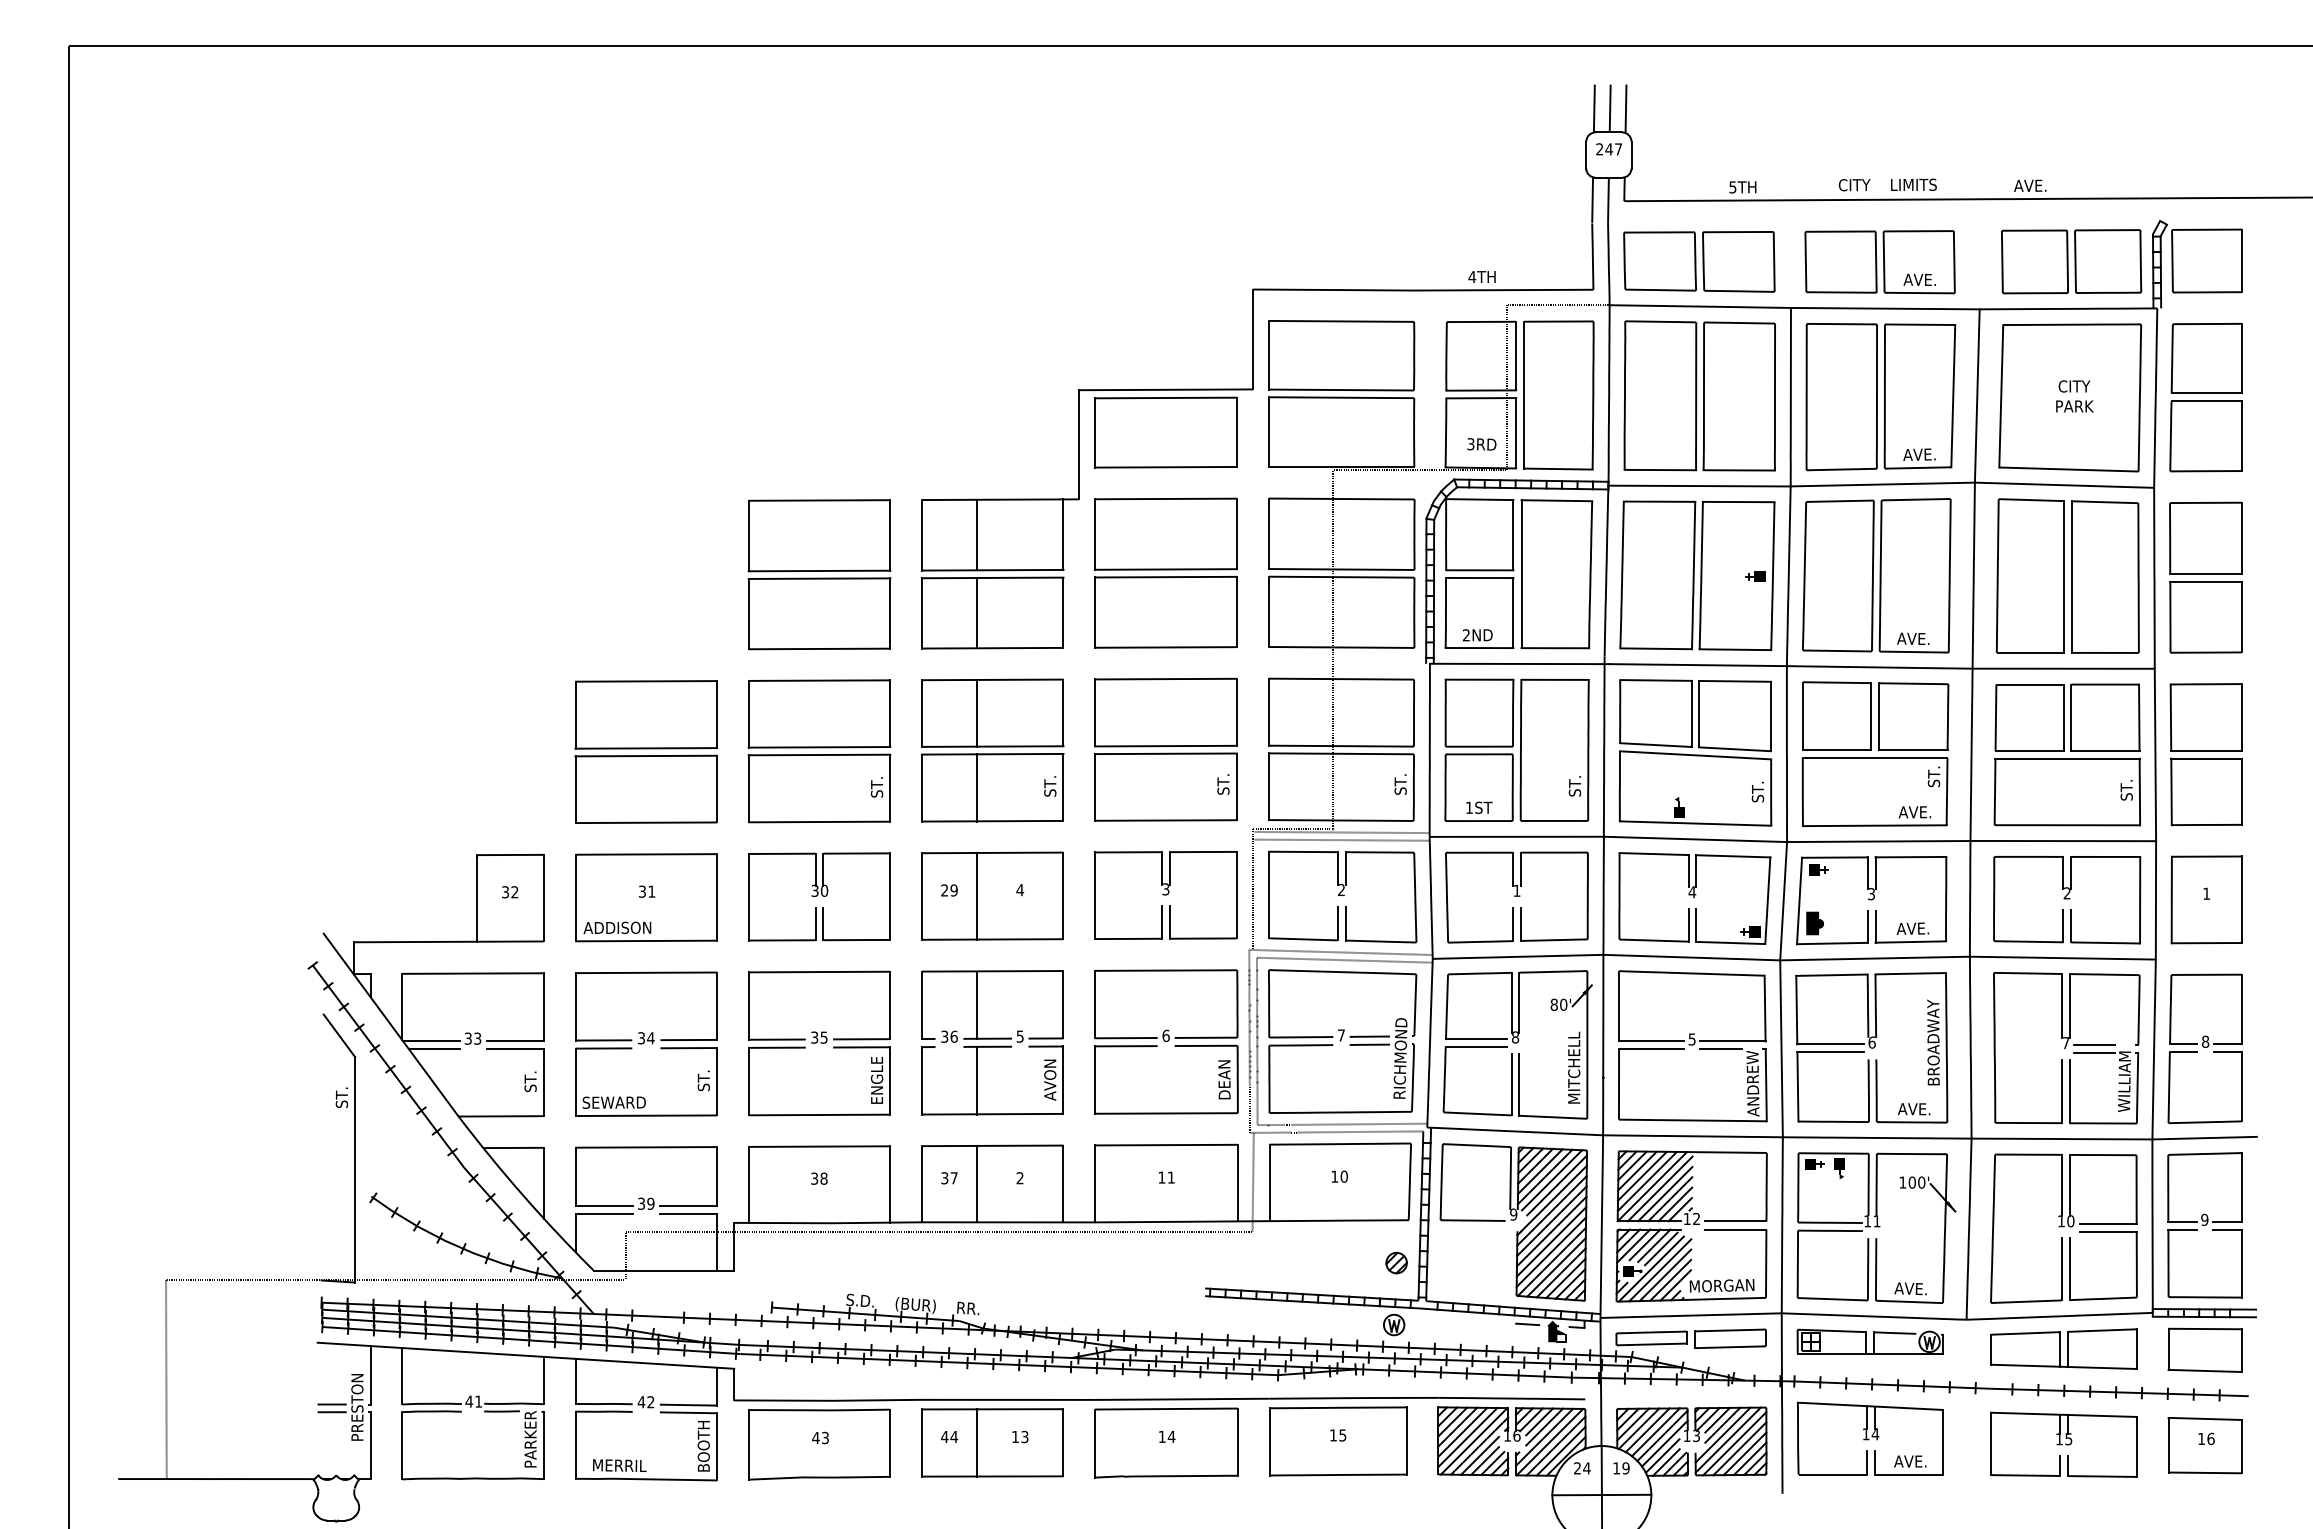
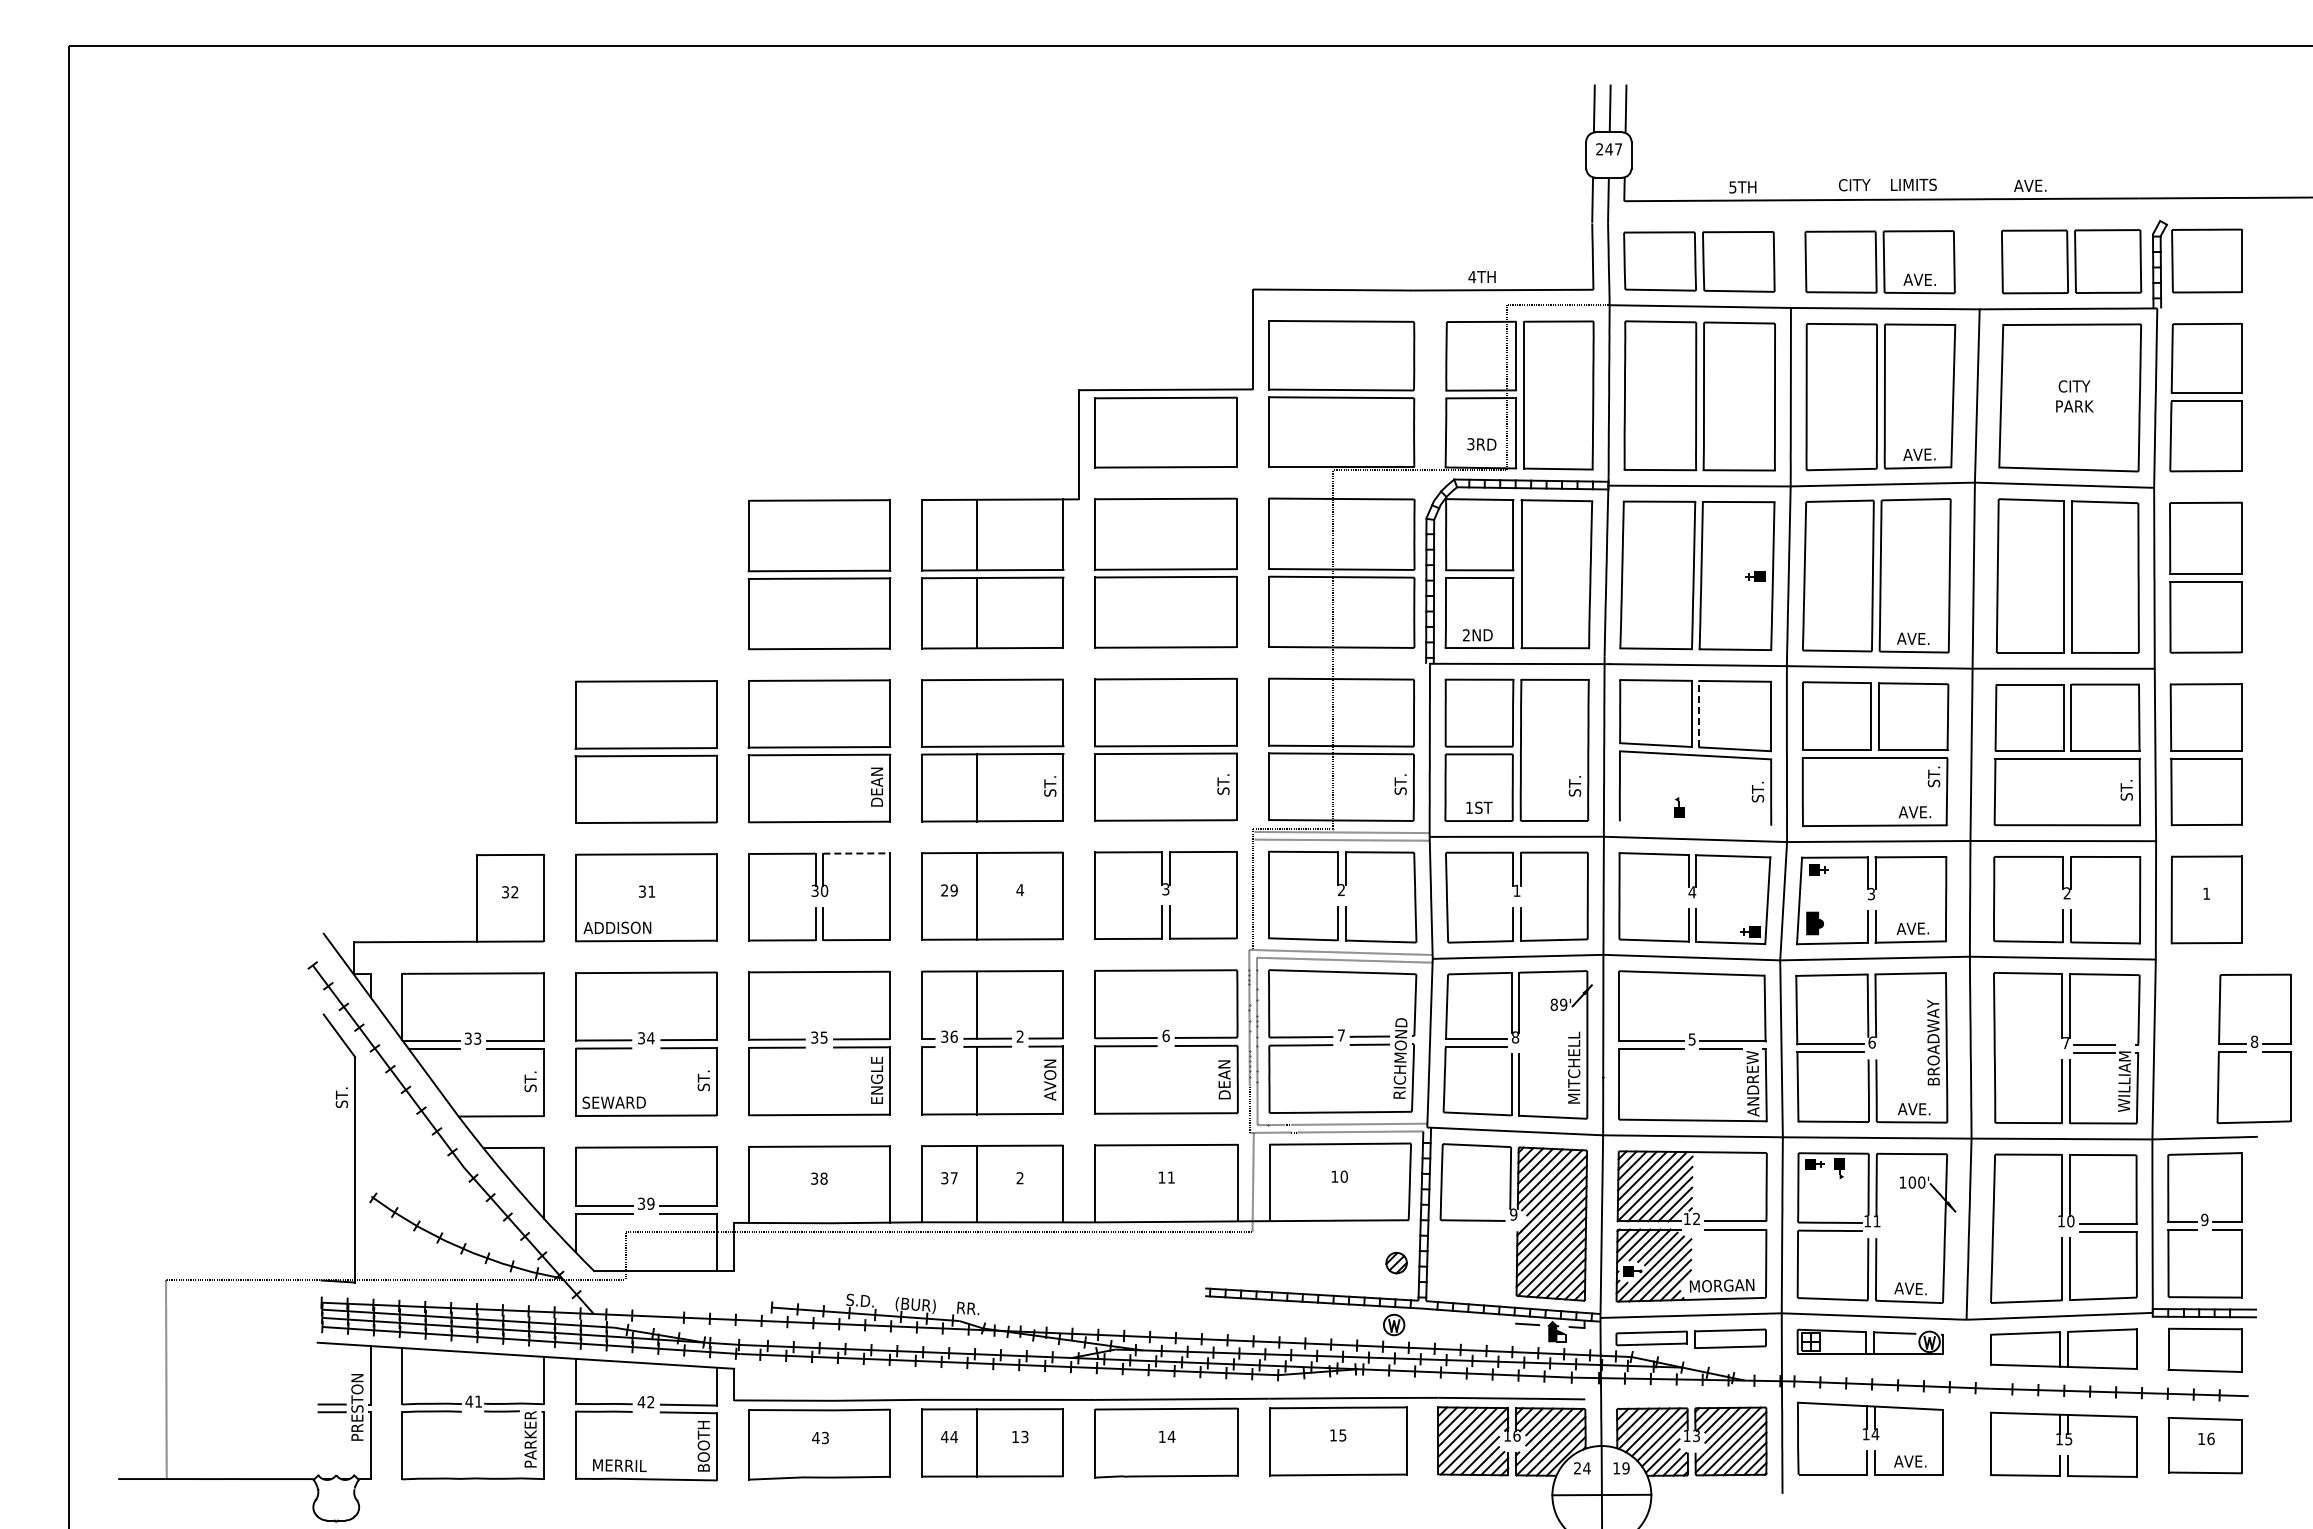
line at (977, 712): present -> none
line at (1699, 713): solid -> dashed
text at (876, 786): ST. -> DEAN
line at (1695, 823): present -> none
line at (857, 853): solid -> dashed
text at (1563, 1004): 80' -> 89'
text at (1019, 1036): 5 -> 2
part at (2204, 1048) position: (2204, 1048) -> (2253, 1048)
